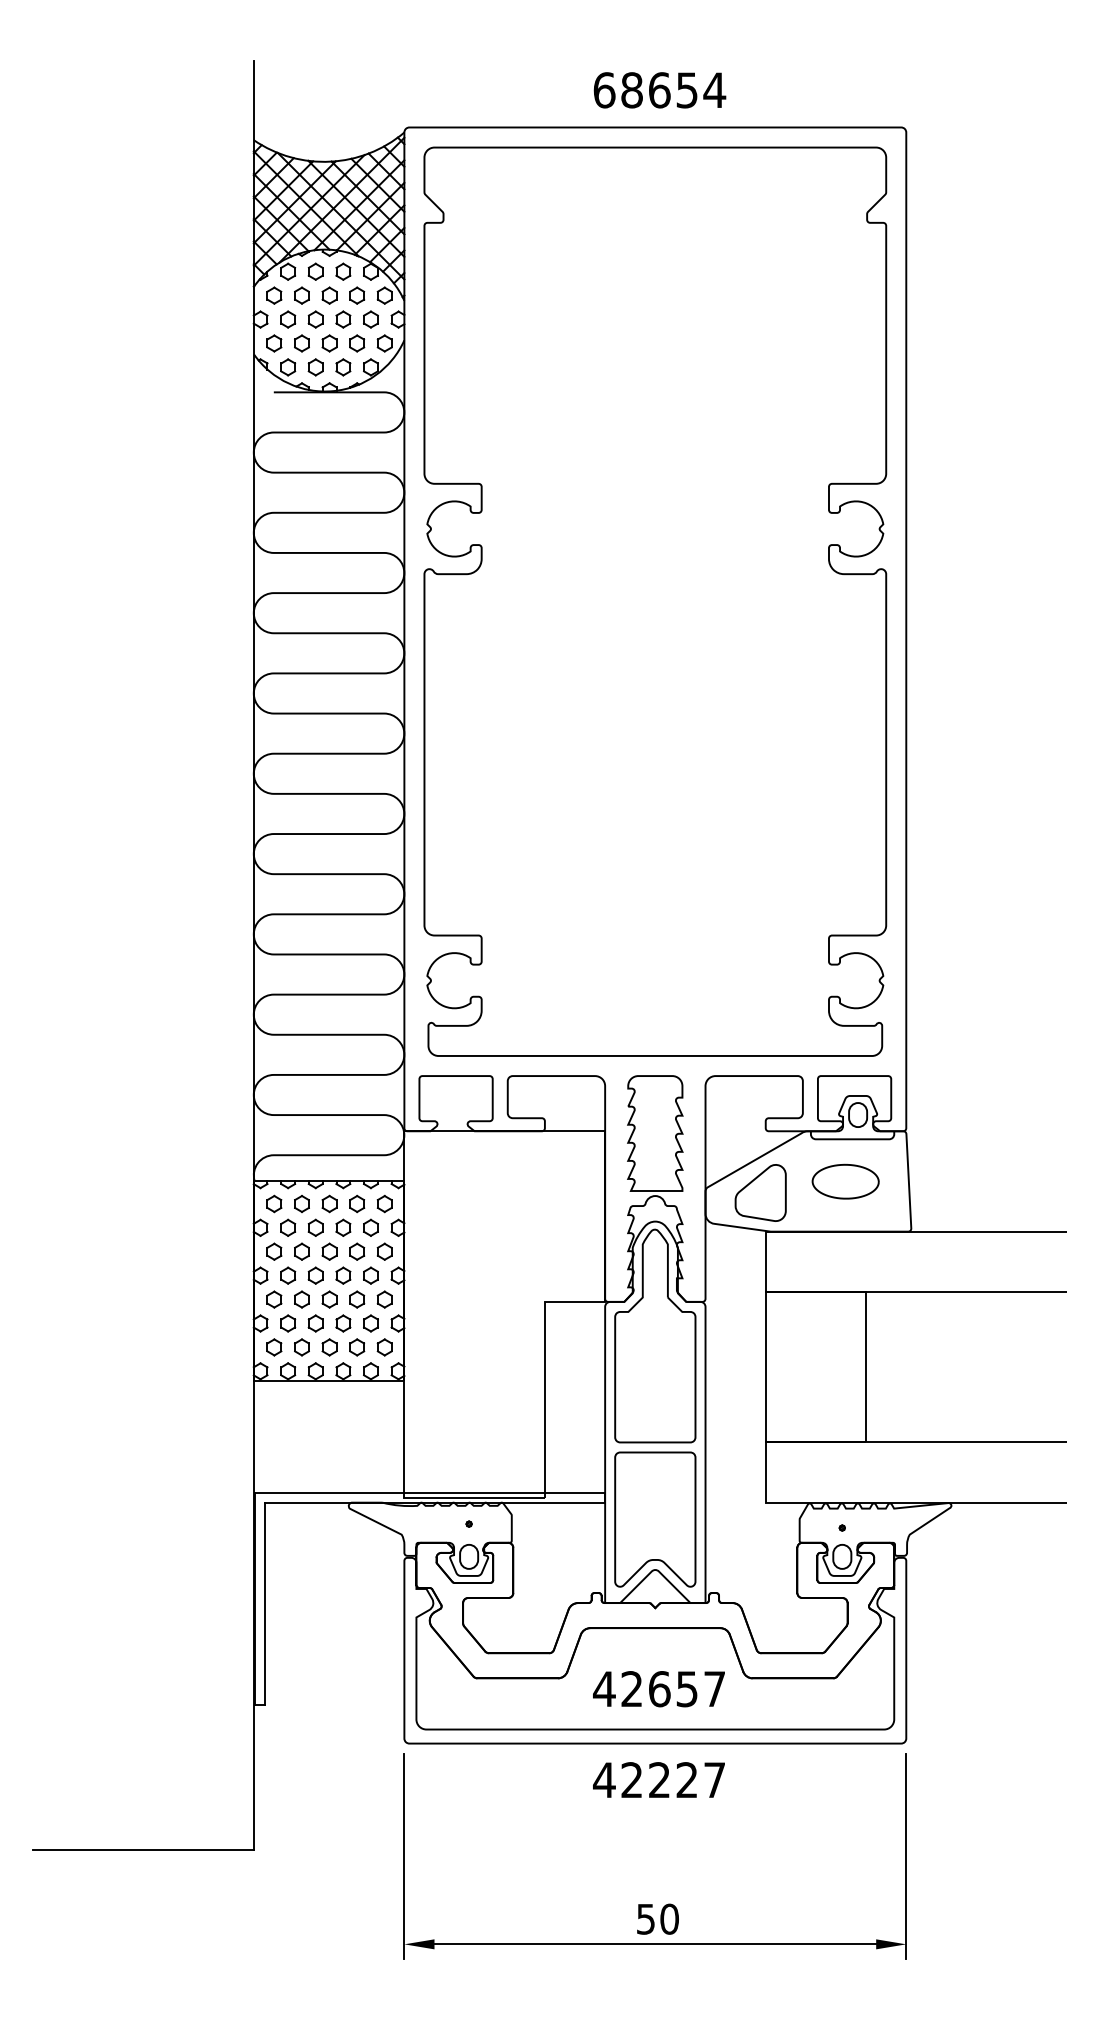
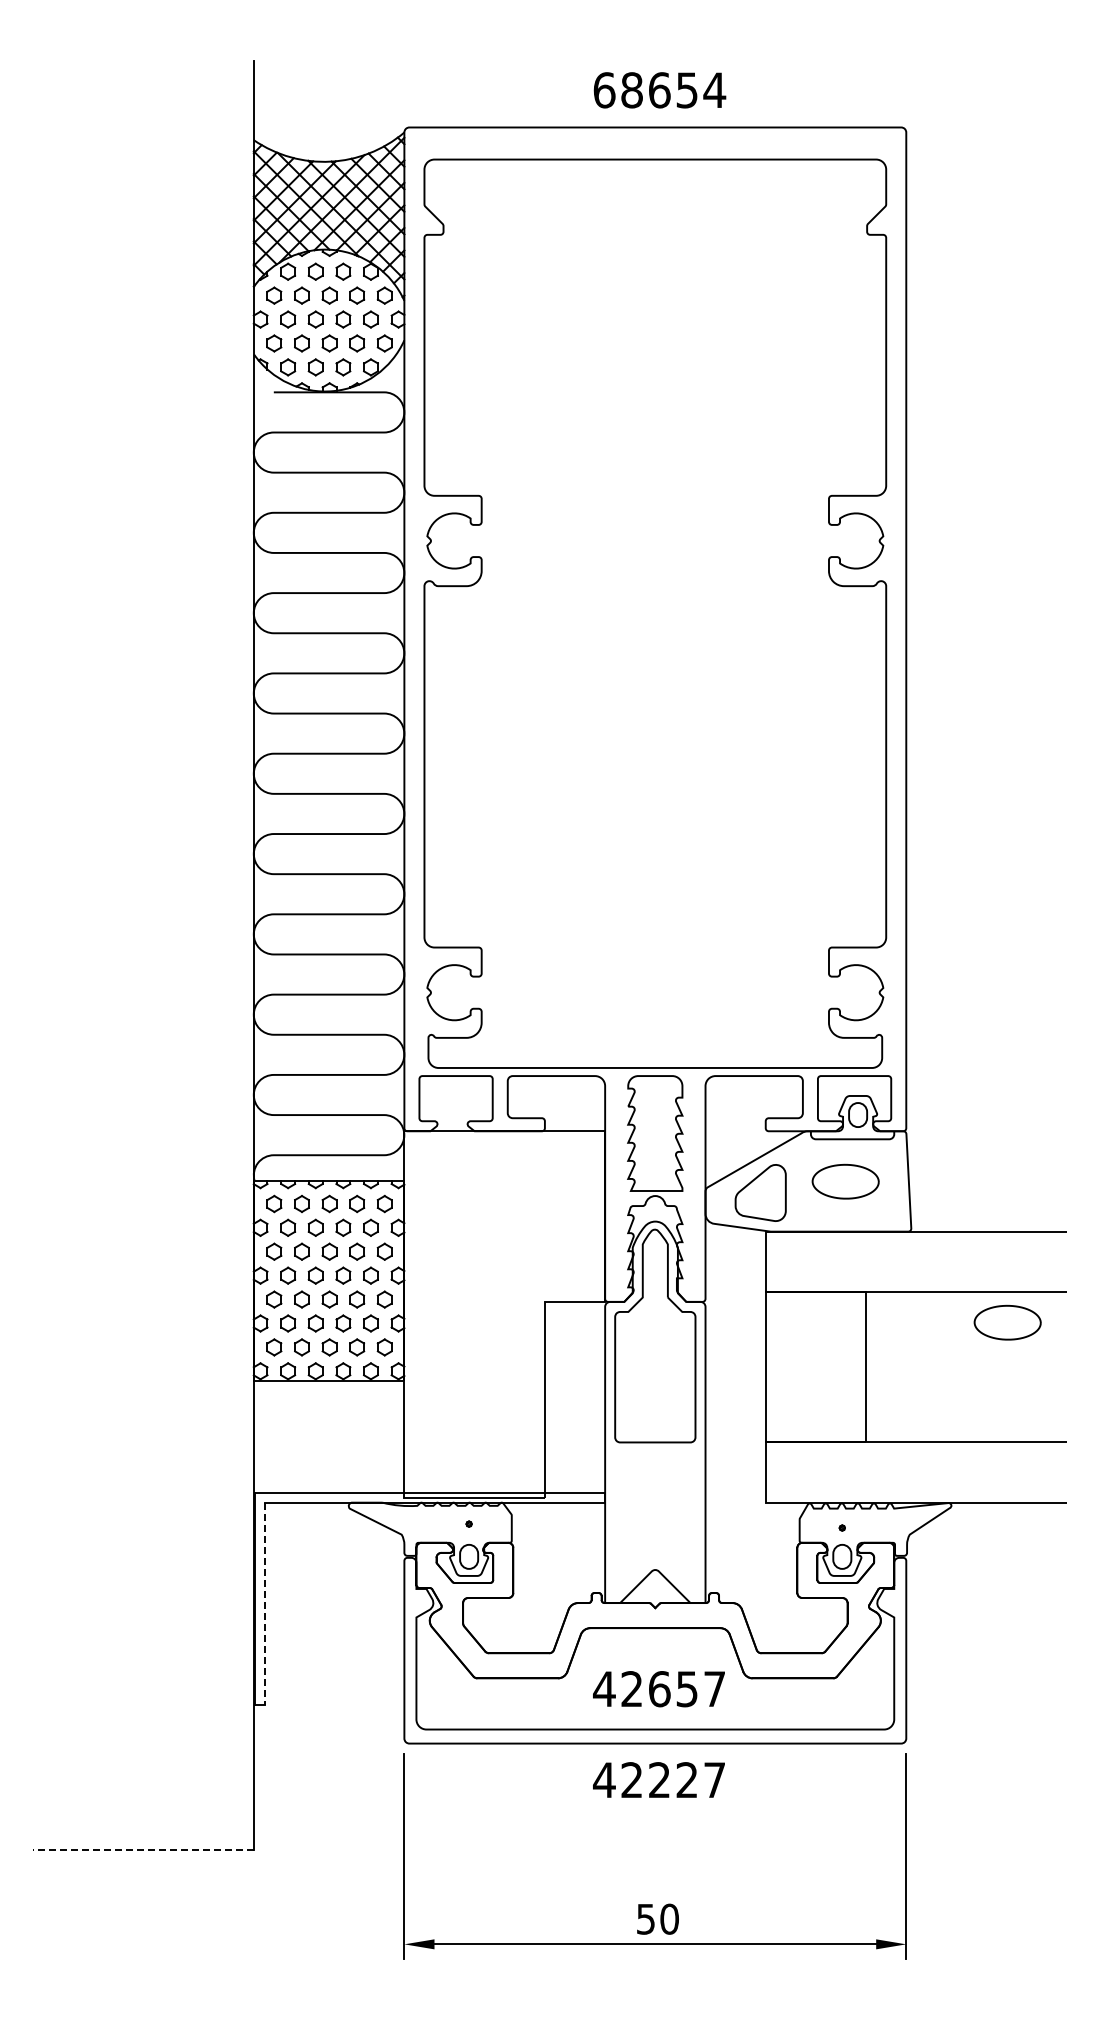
part at (655, 601) position: (655, 601) -> (655, 613)
part at (1007, 1322): none -> present
part at (655, 1519): present -> none
line at (264, 1604): solid -> dashed
line at (142, 1849): solid -> dashed
